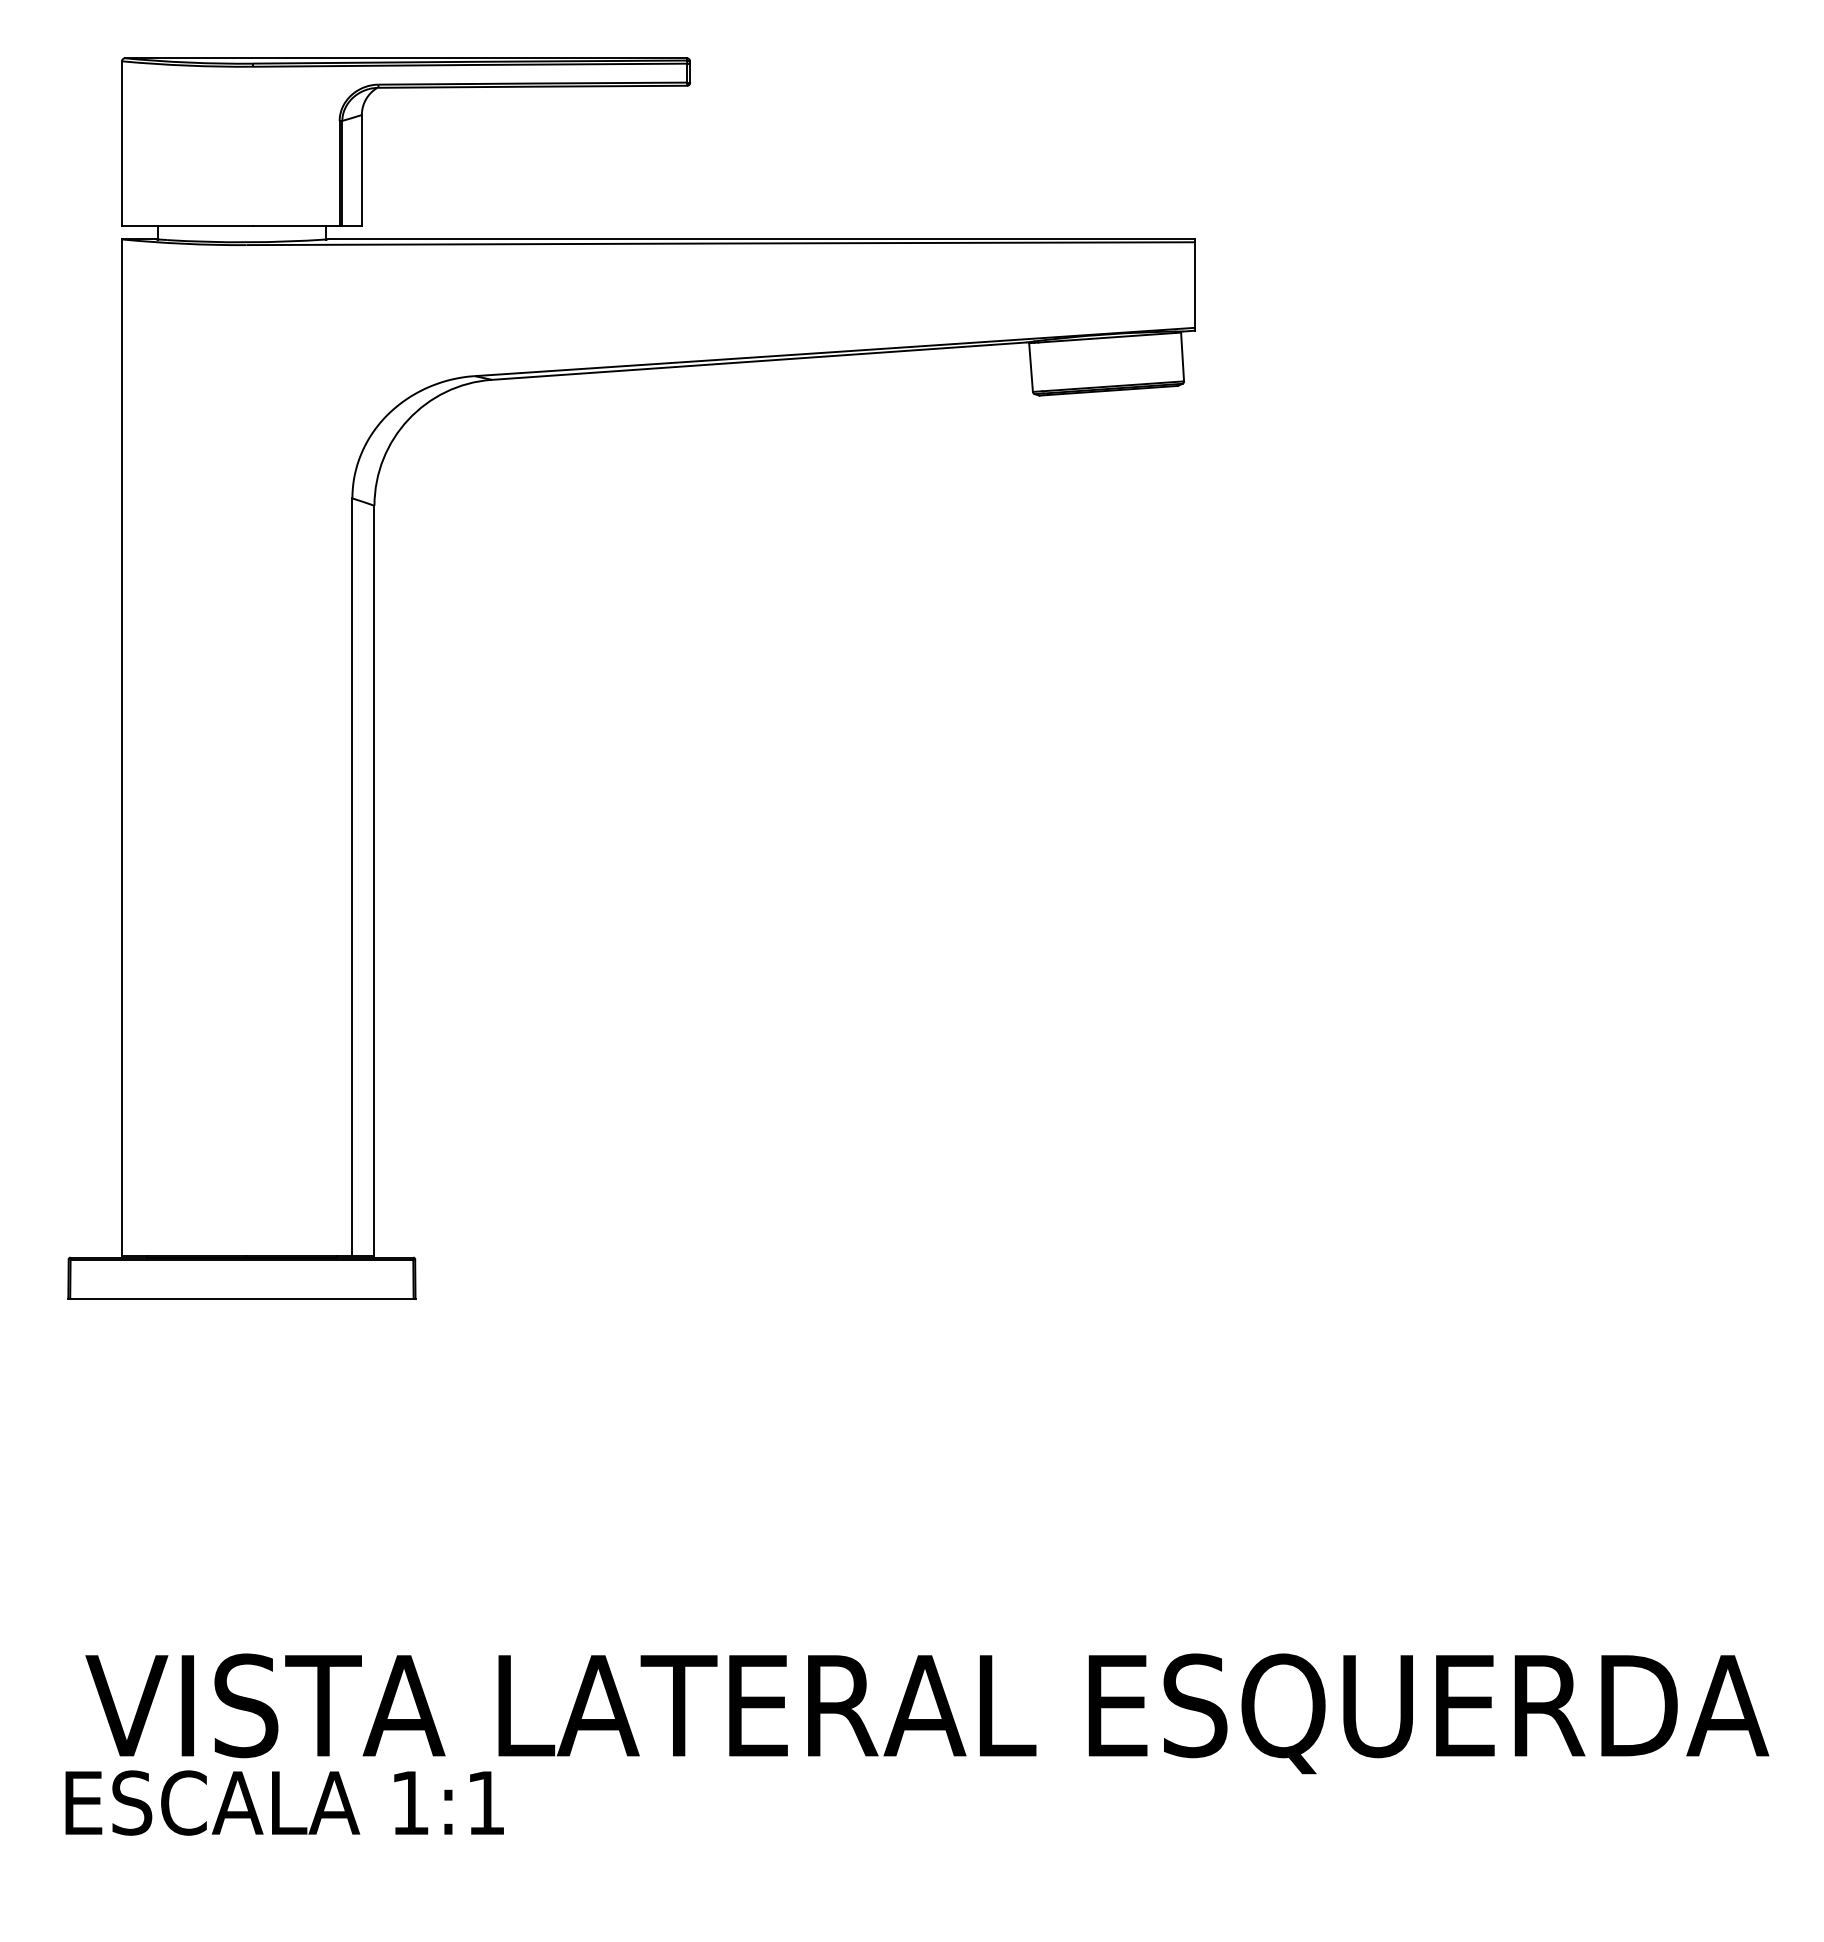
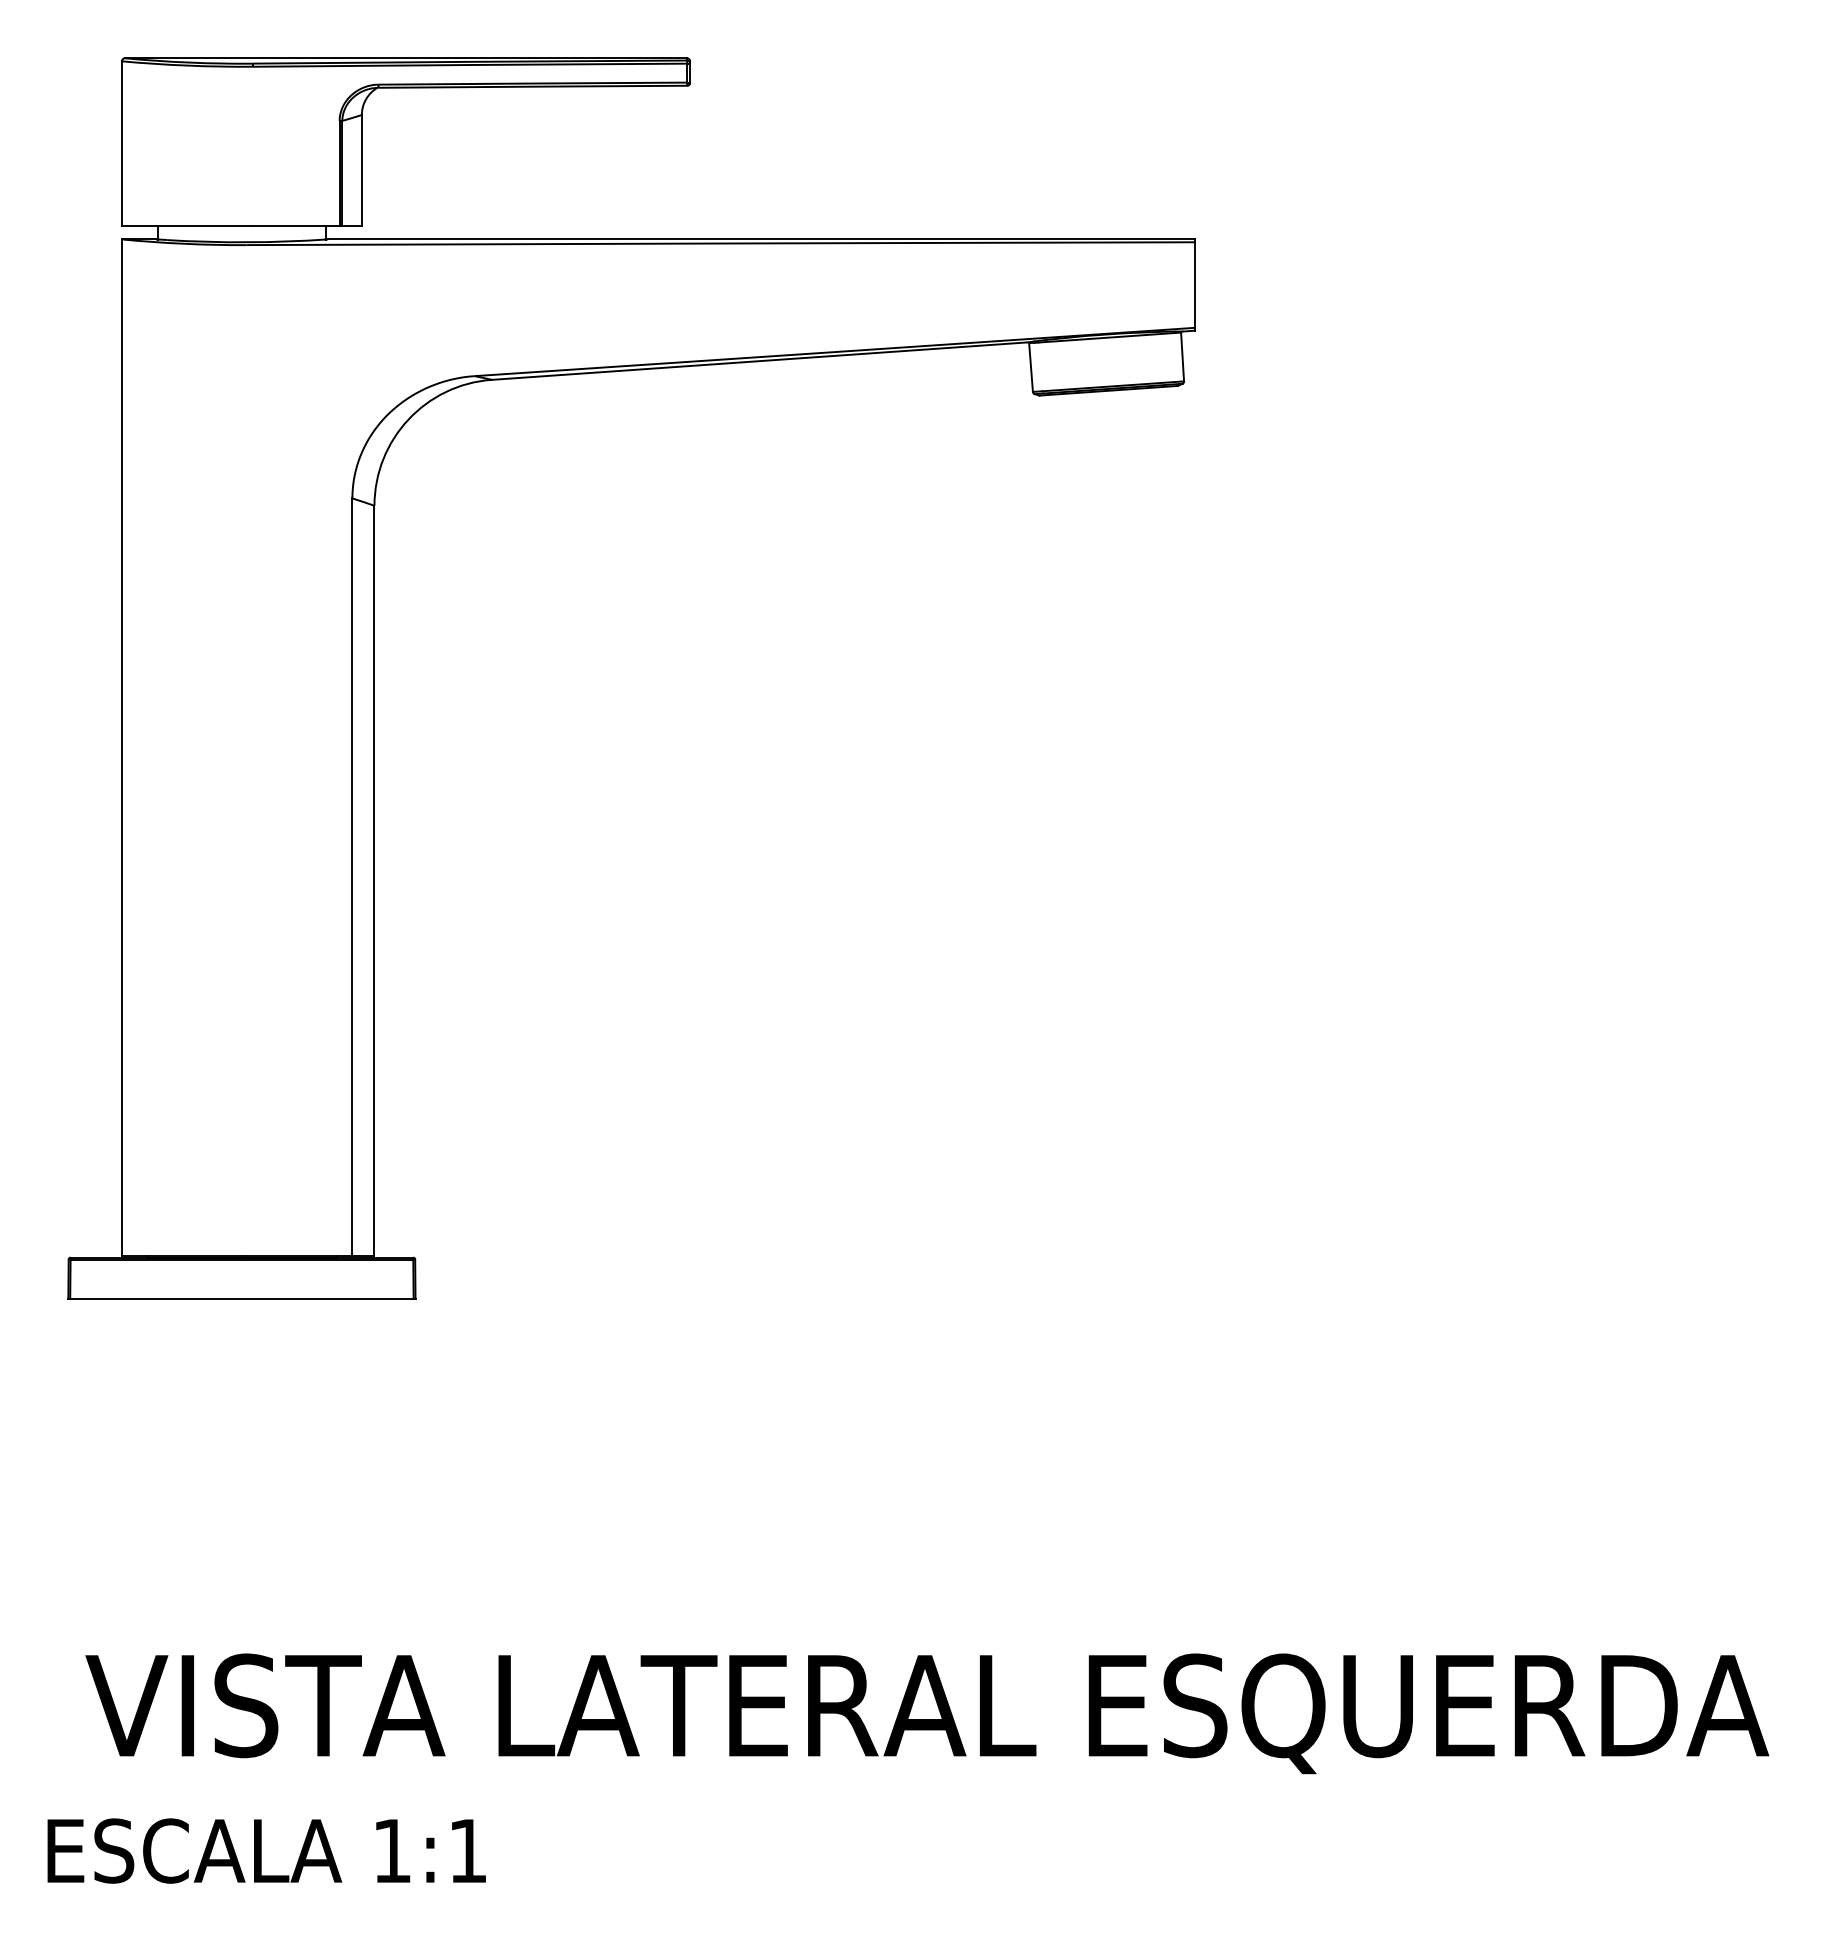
text at (284, 1802) position: (284, 1802) -> (266, 1850)
